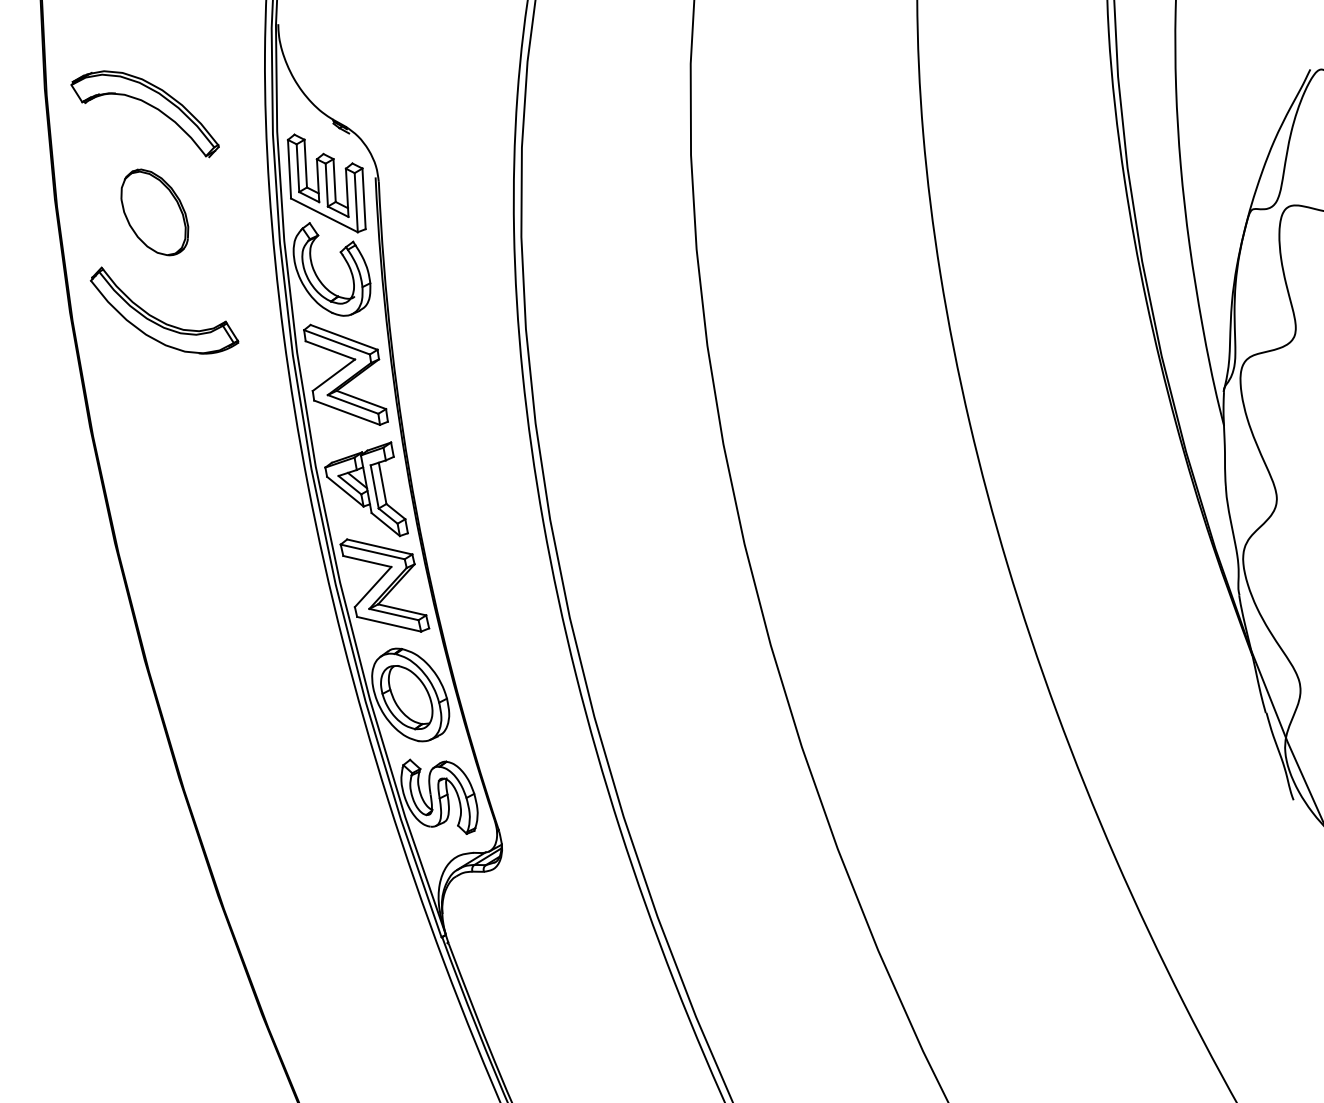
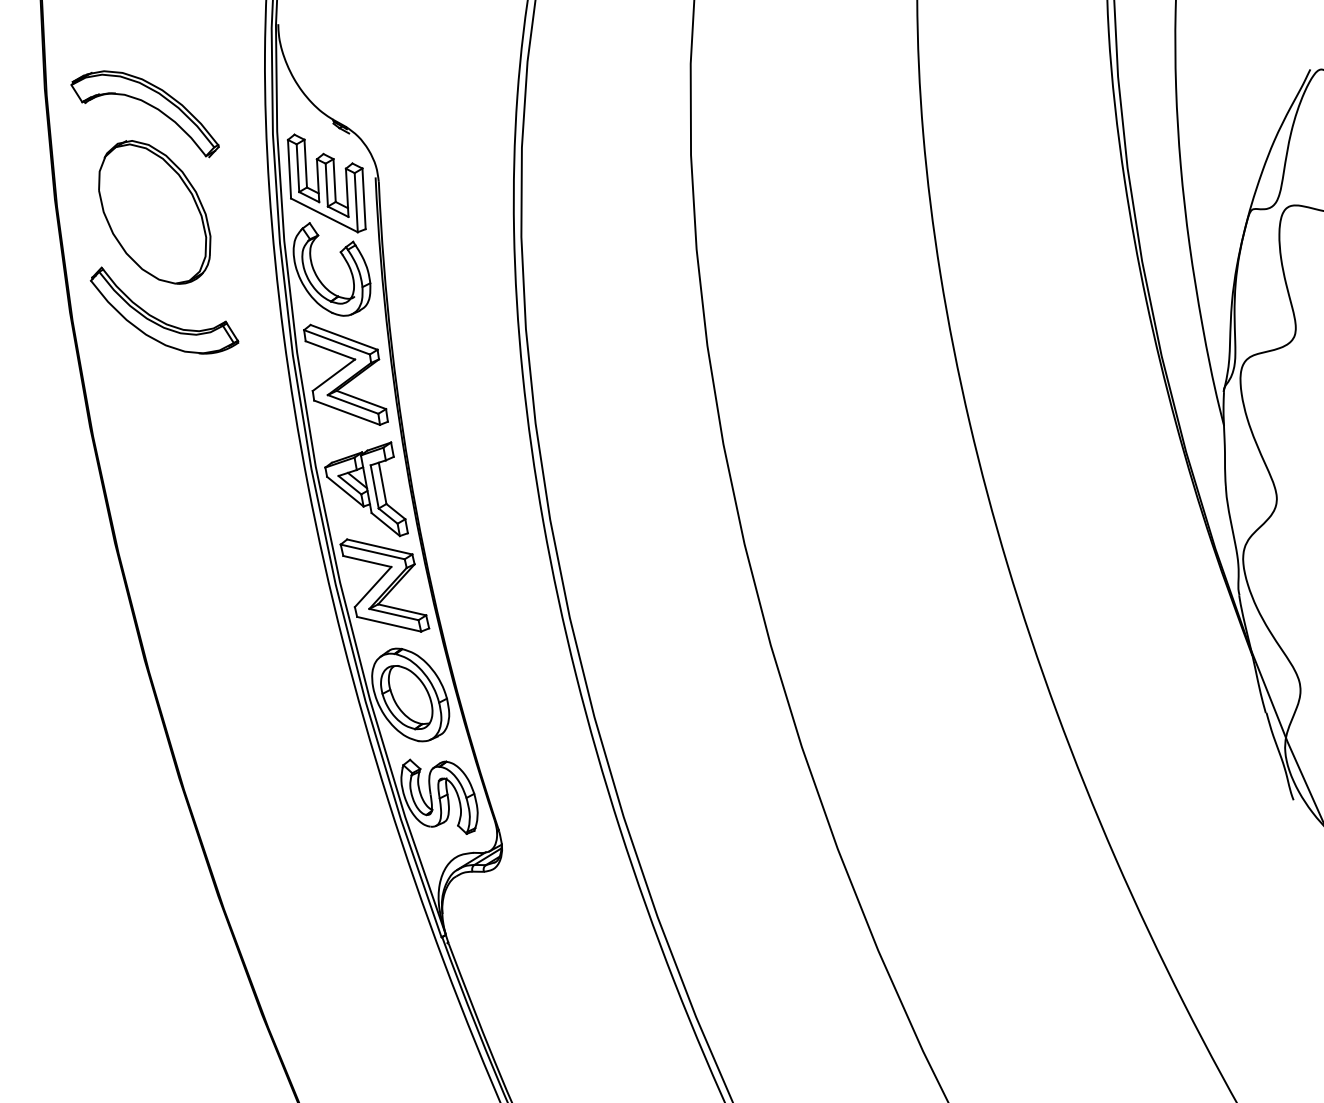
part at (154, 212) size: 70x89 px -> 114x145 px
